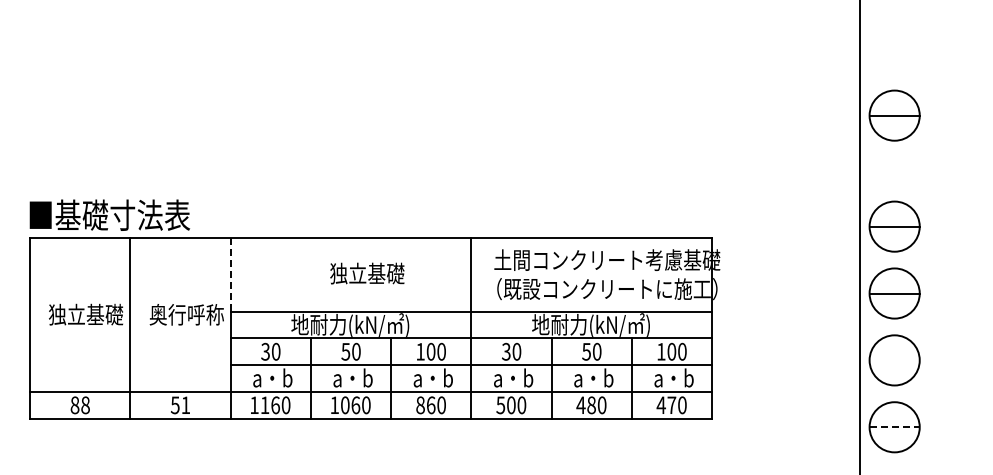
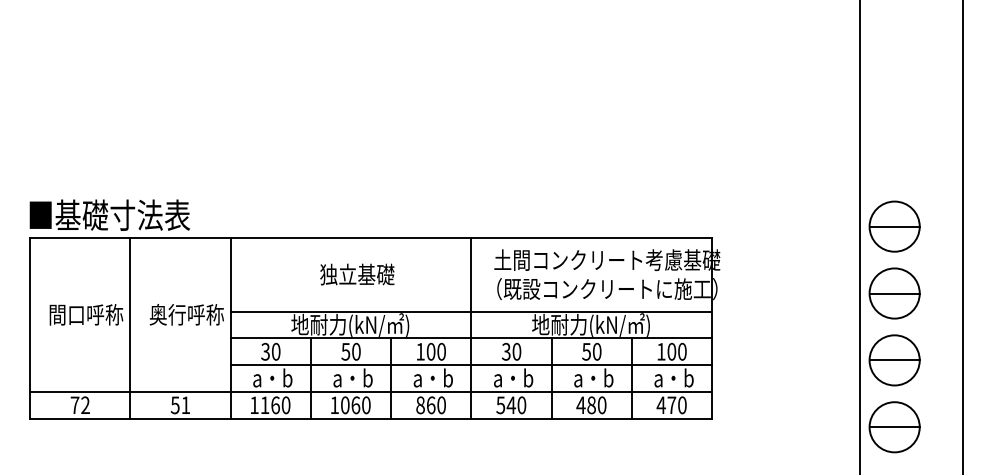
part at (894, 115): present -> none
line at (963, 236): none -> present
text at (367, 273) position: (367, 273) -> (357, 274)
line at (230, 274): dashed -> solid
text at (86, 314): 独立基礎 -> 間口呼称
line at (894, 360): none -> present
text at (79, 405): 88 -> 72
text at (511, 405): 500 -> 540
line at (895, 427): dashed -> solid
